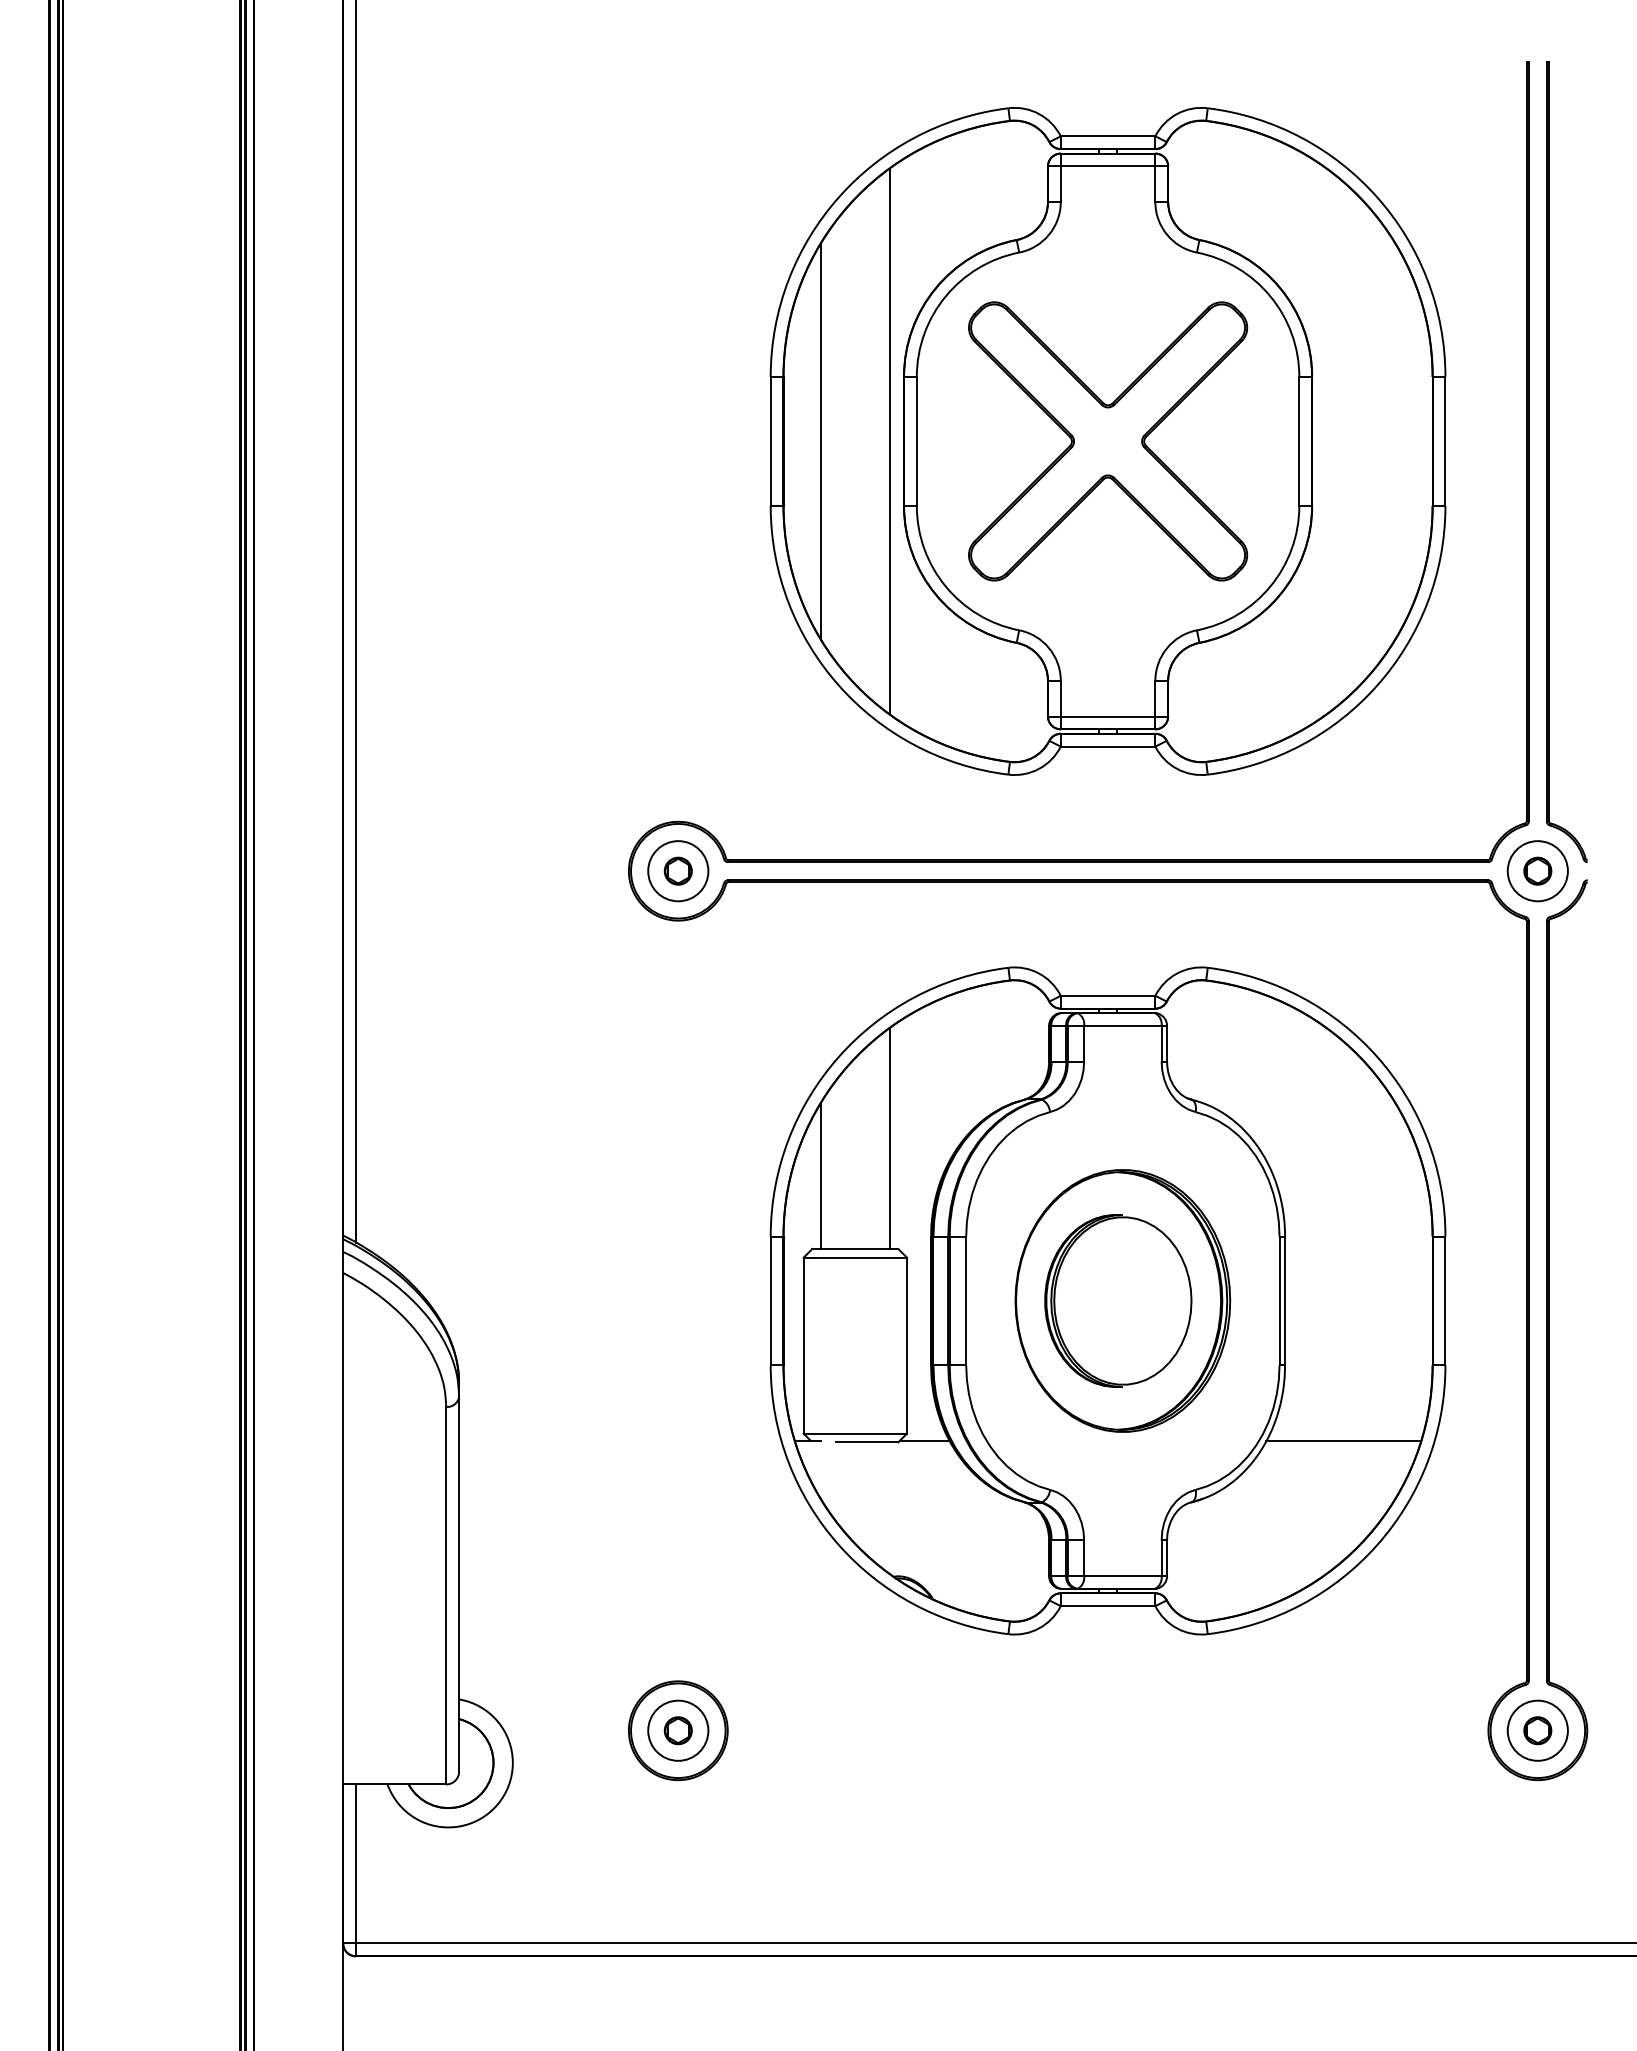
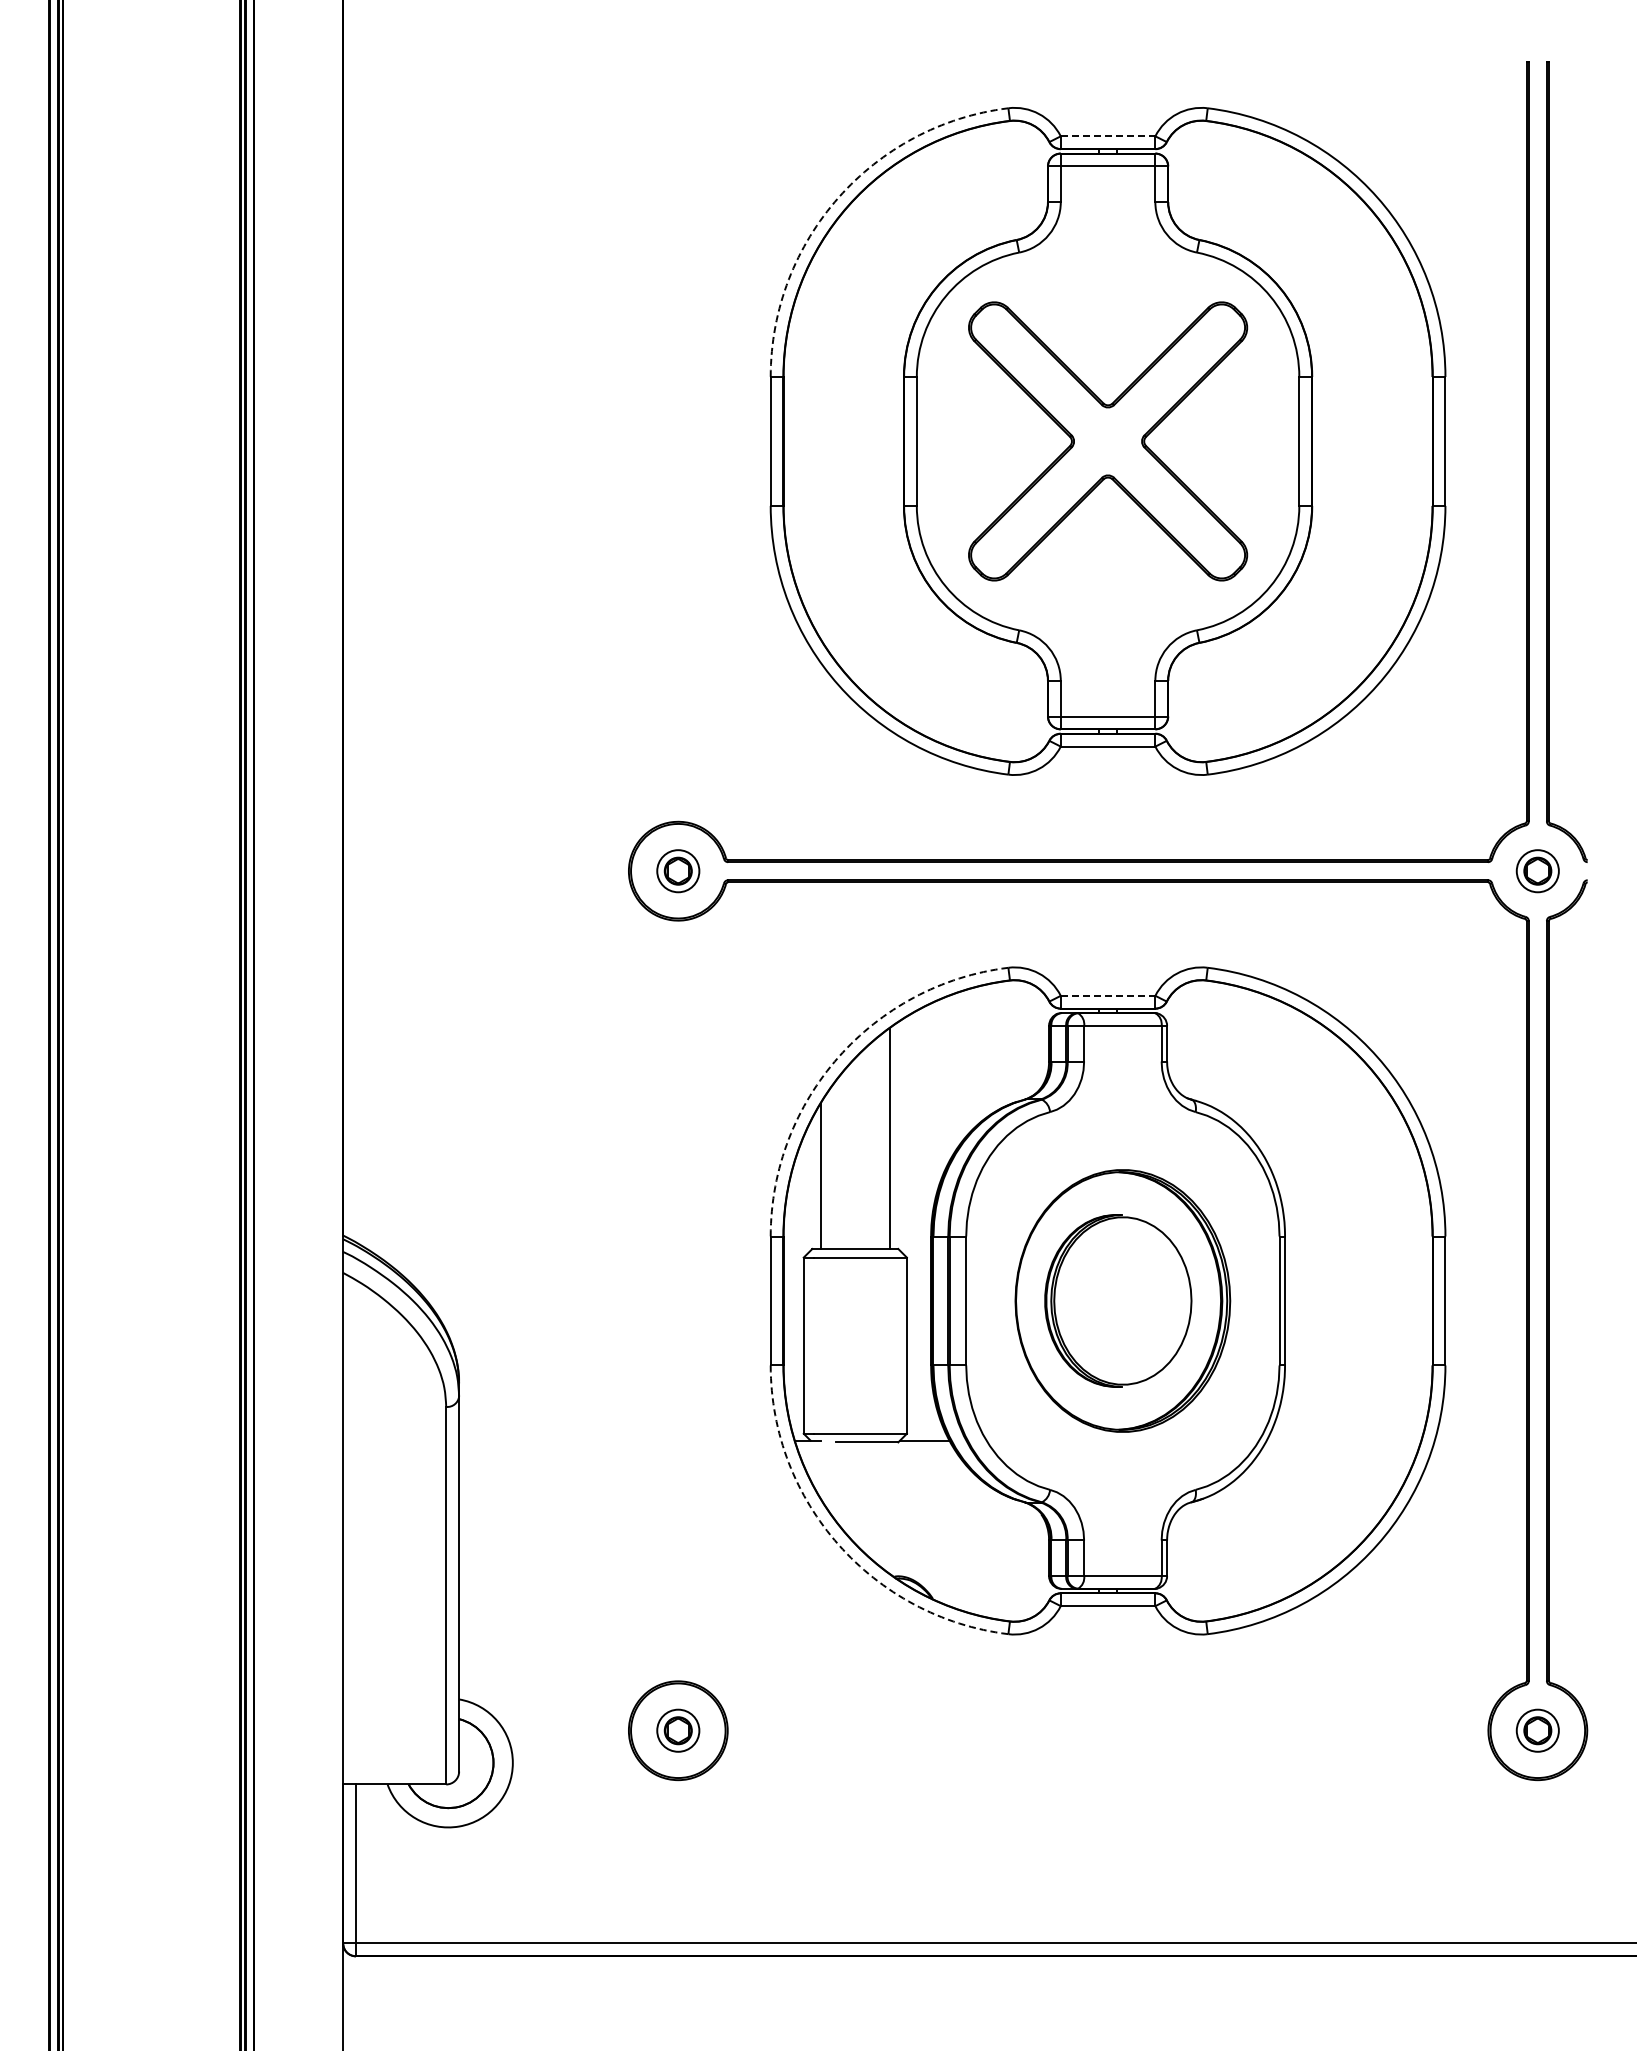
line at (1108, 136): solid -> dashed
arc at (838, 197): solid -> dashed
line at (820, 441): present -> none
line at (889, 441): present -> none
line at (355, 622): present -> none
circle at (678, 871) diameter: 60 px -> 42 px
circle at (1537, 871) diameter: 60 px -> 42 px
line at (1108, 995): solid -> dashed
arc at (838, 1057): solid -> dashed
line at (1343, 1440): present -> none
arc at (838, 1544): solid -> dashed
circle at (678, 1730) diameter: 60 px -> 42 px
circle at (1537, 1730) diameter: 60 px -> 42 px
